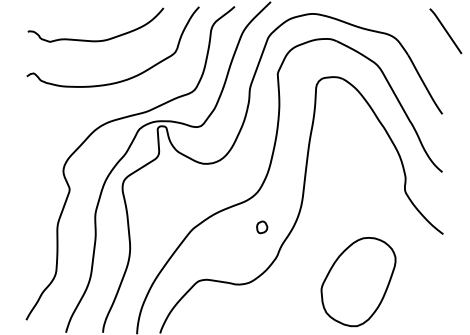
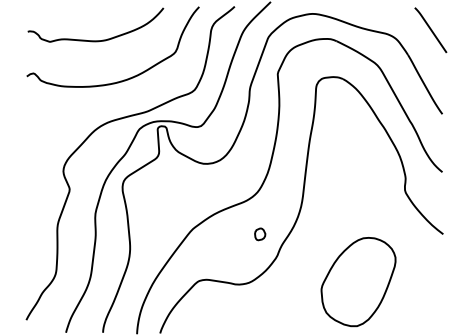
line at (445, 31) position: (445, 31) -> (430, 30)
part at (262, 227) position: (262, 227) -> (260, 234)
